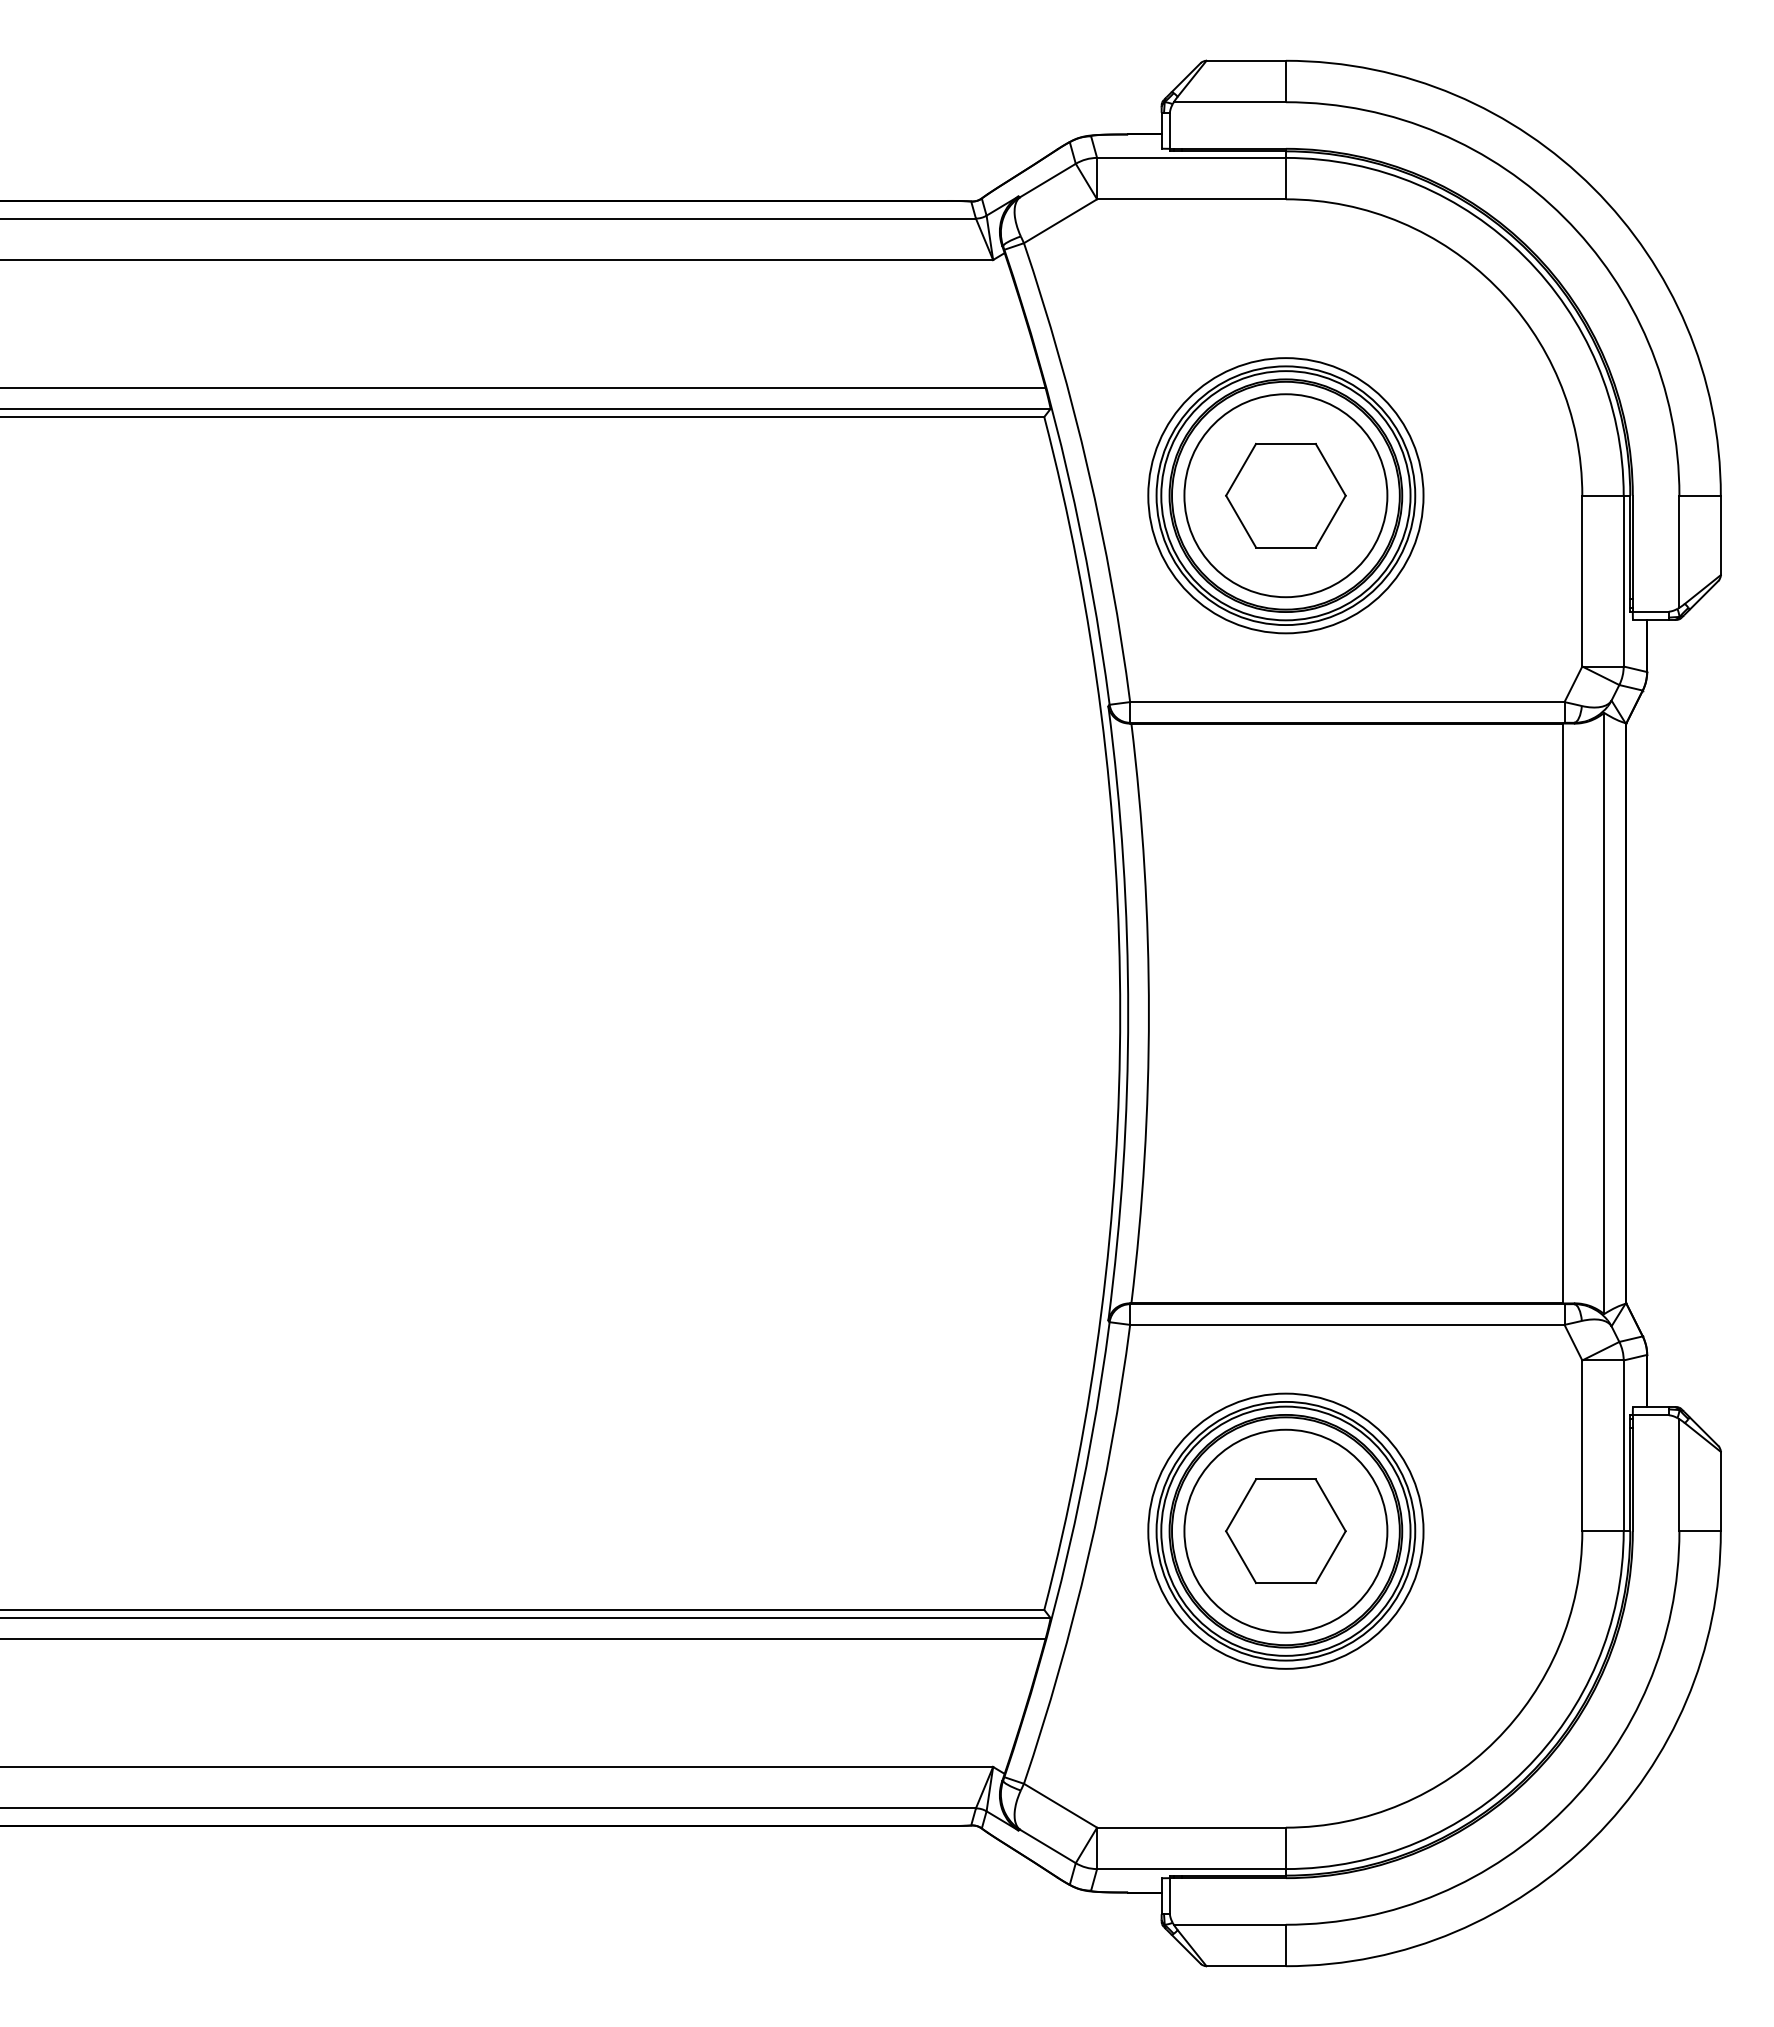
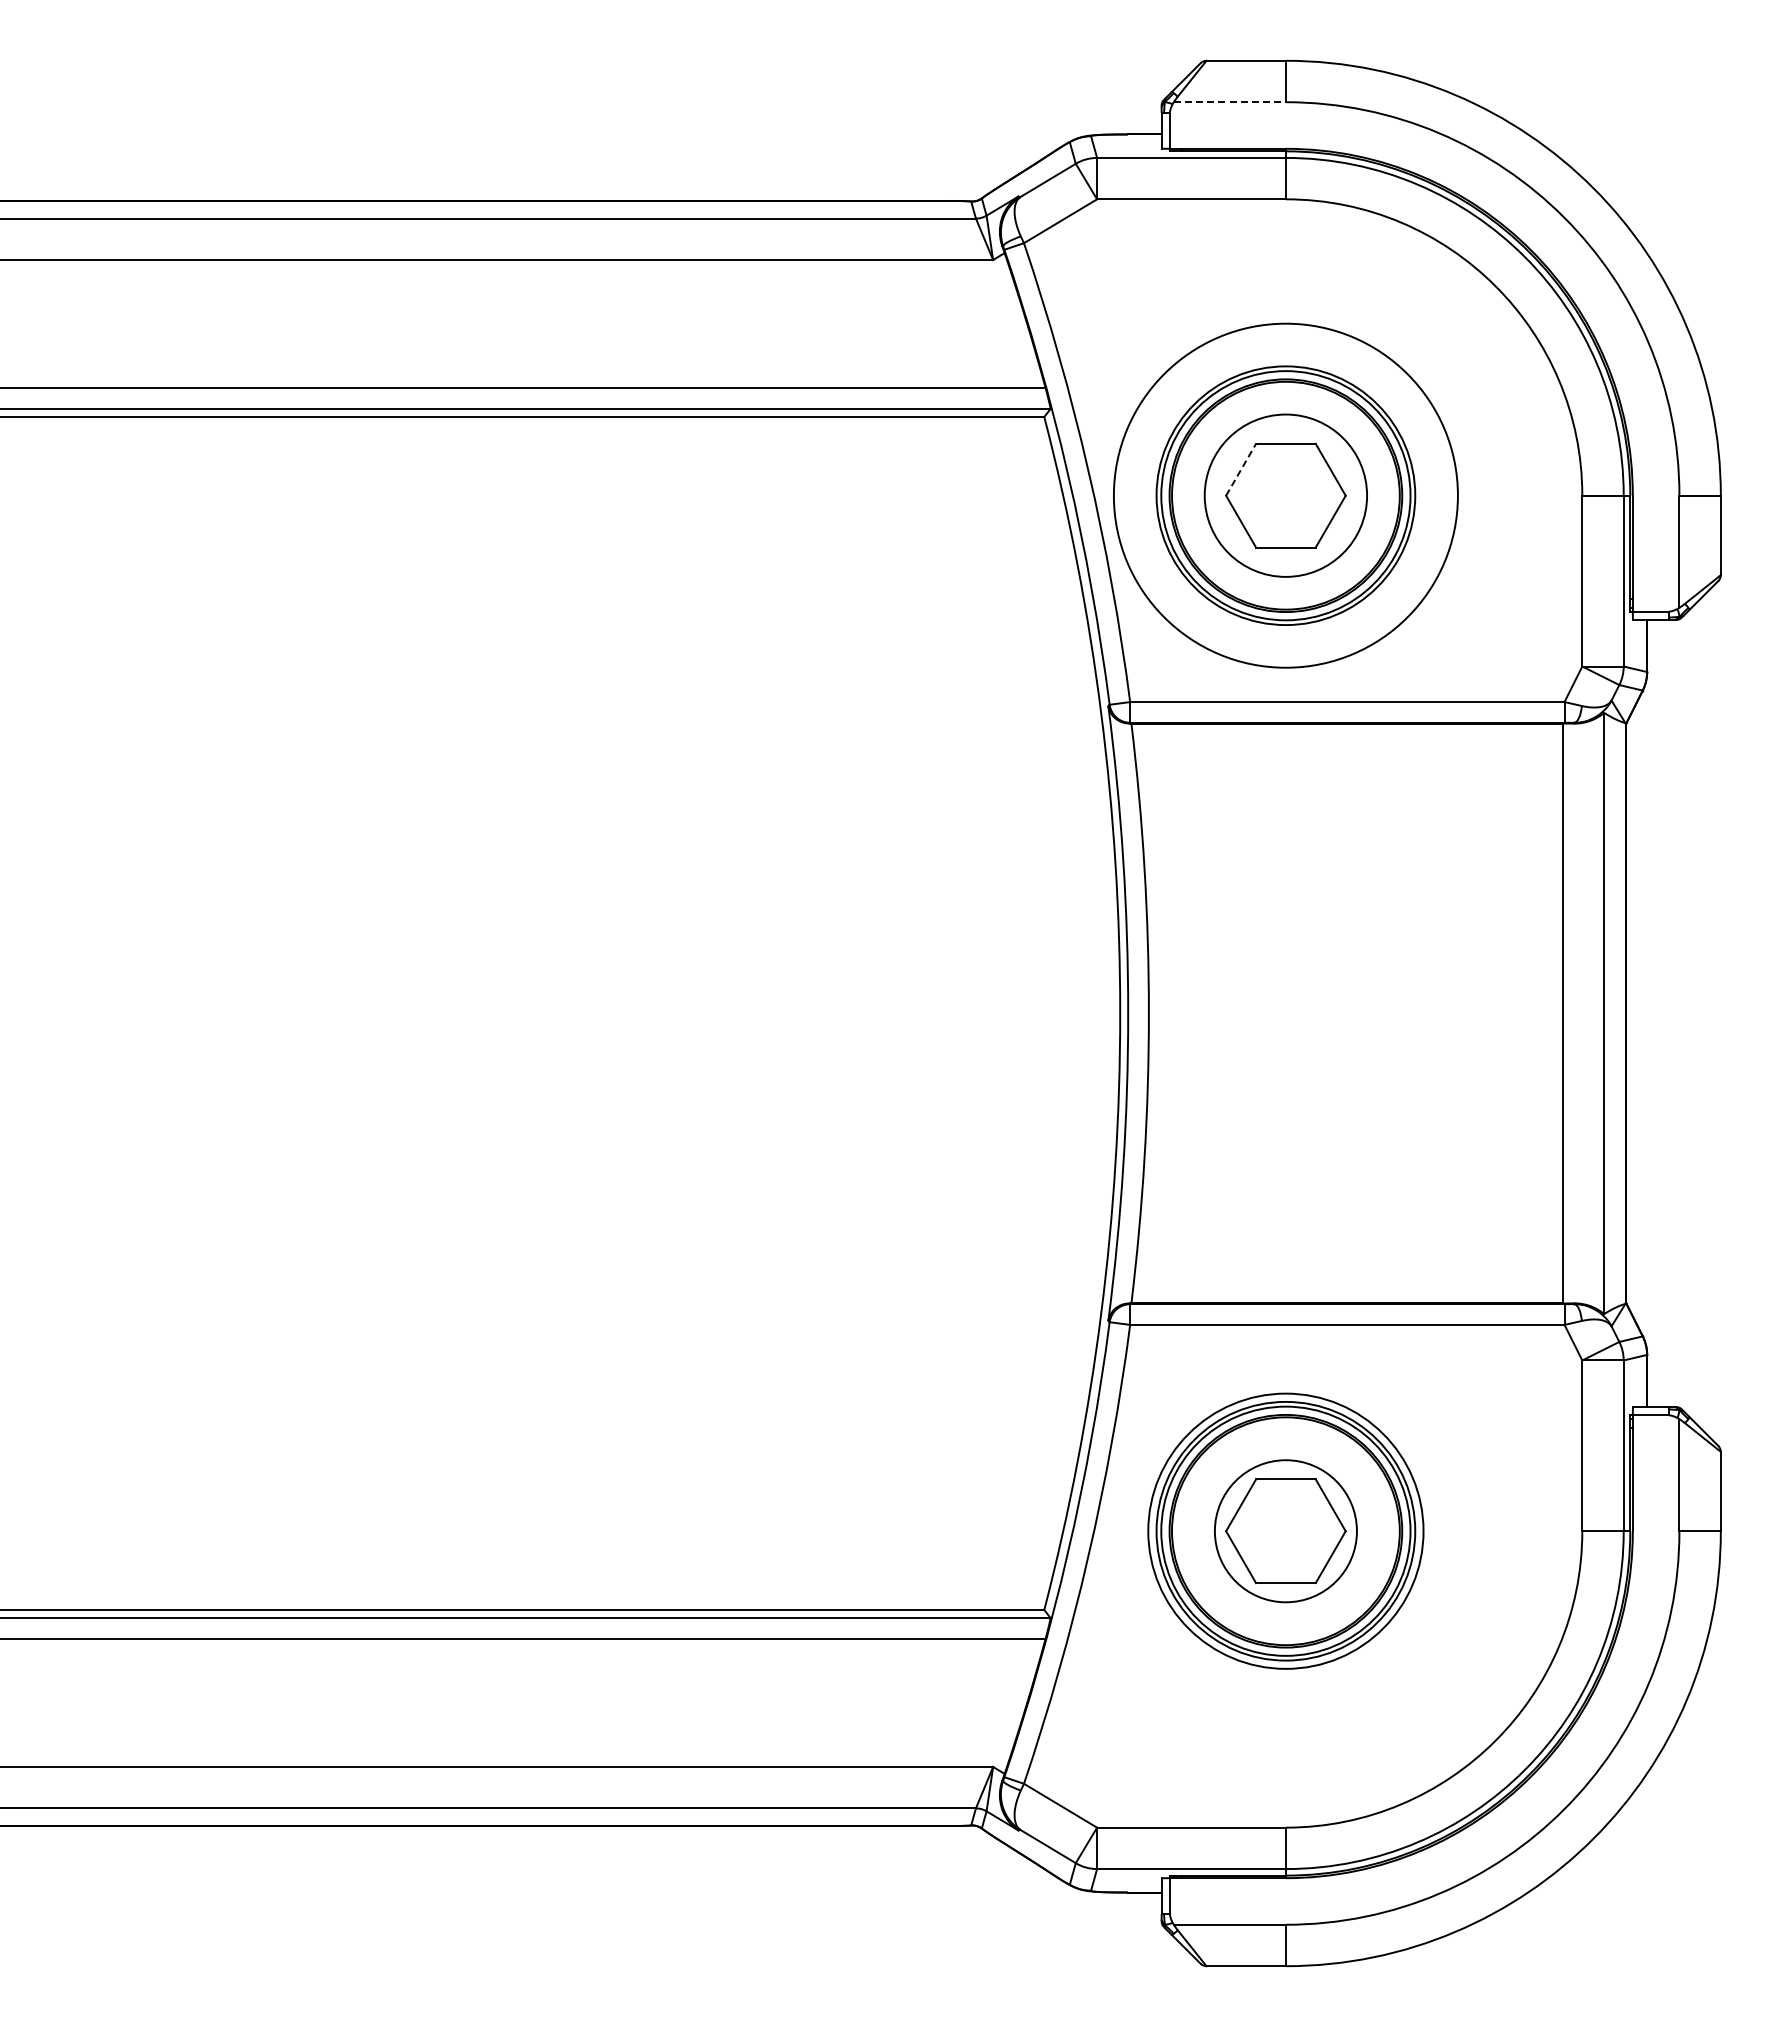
line at (1230, 102): solid -> dashed
line at (1241, 469): solid -> dashed
circle at (1285, 495) diameter: 203 px -> 162 px
circle at (1285, 495) diameter: 275 px -> 344 px
circle at (1285, 1530) diameter: 203 px -> 142 px
